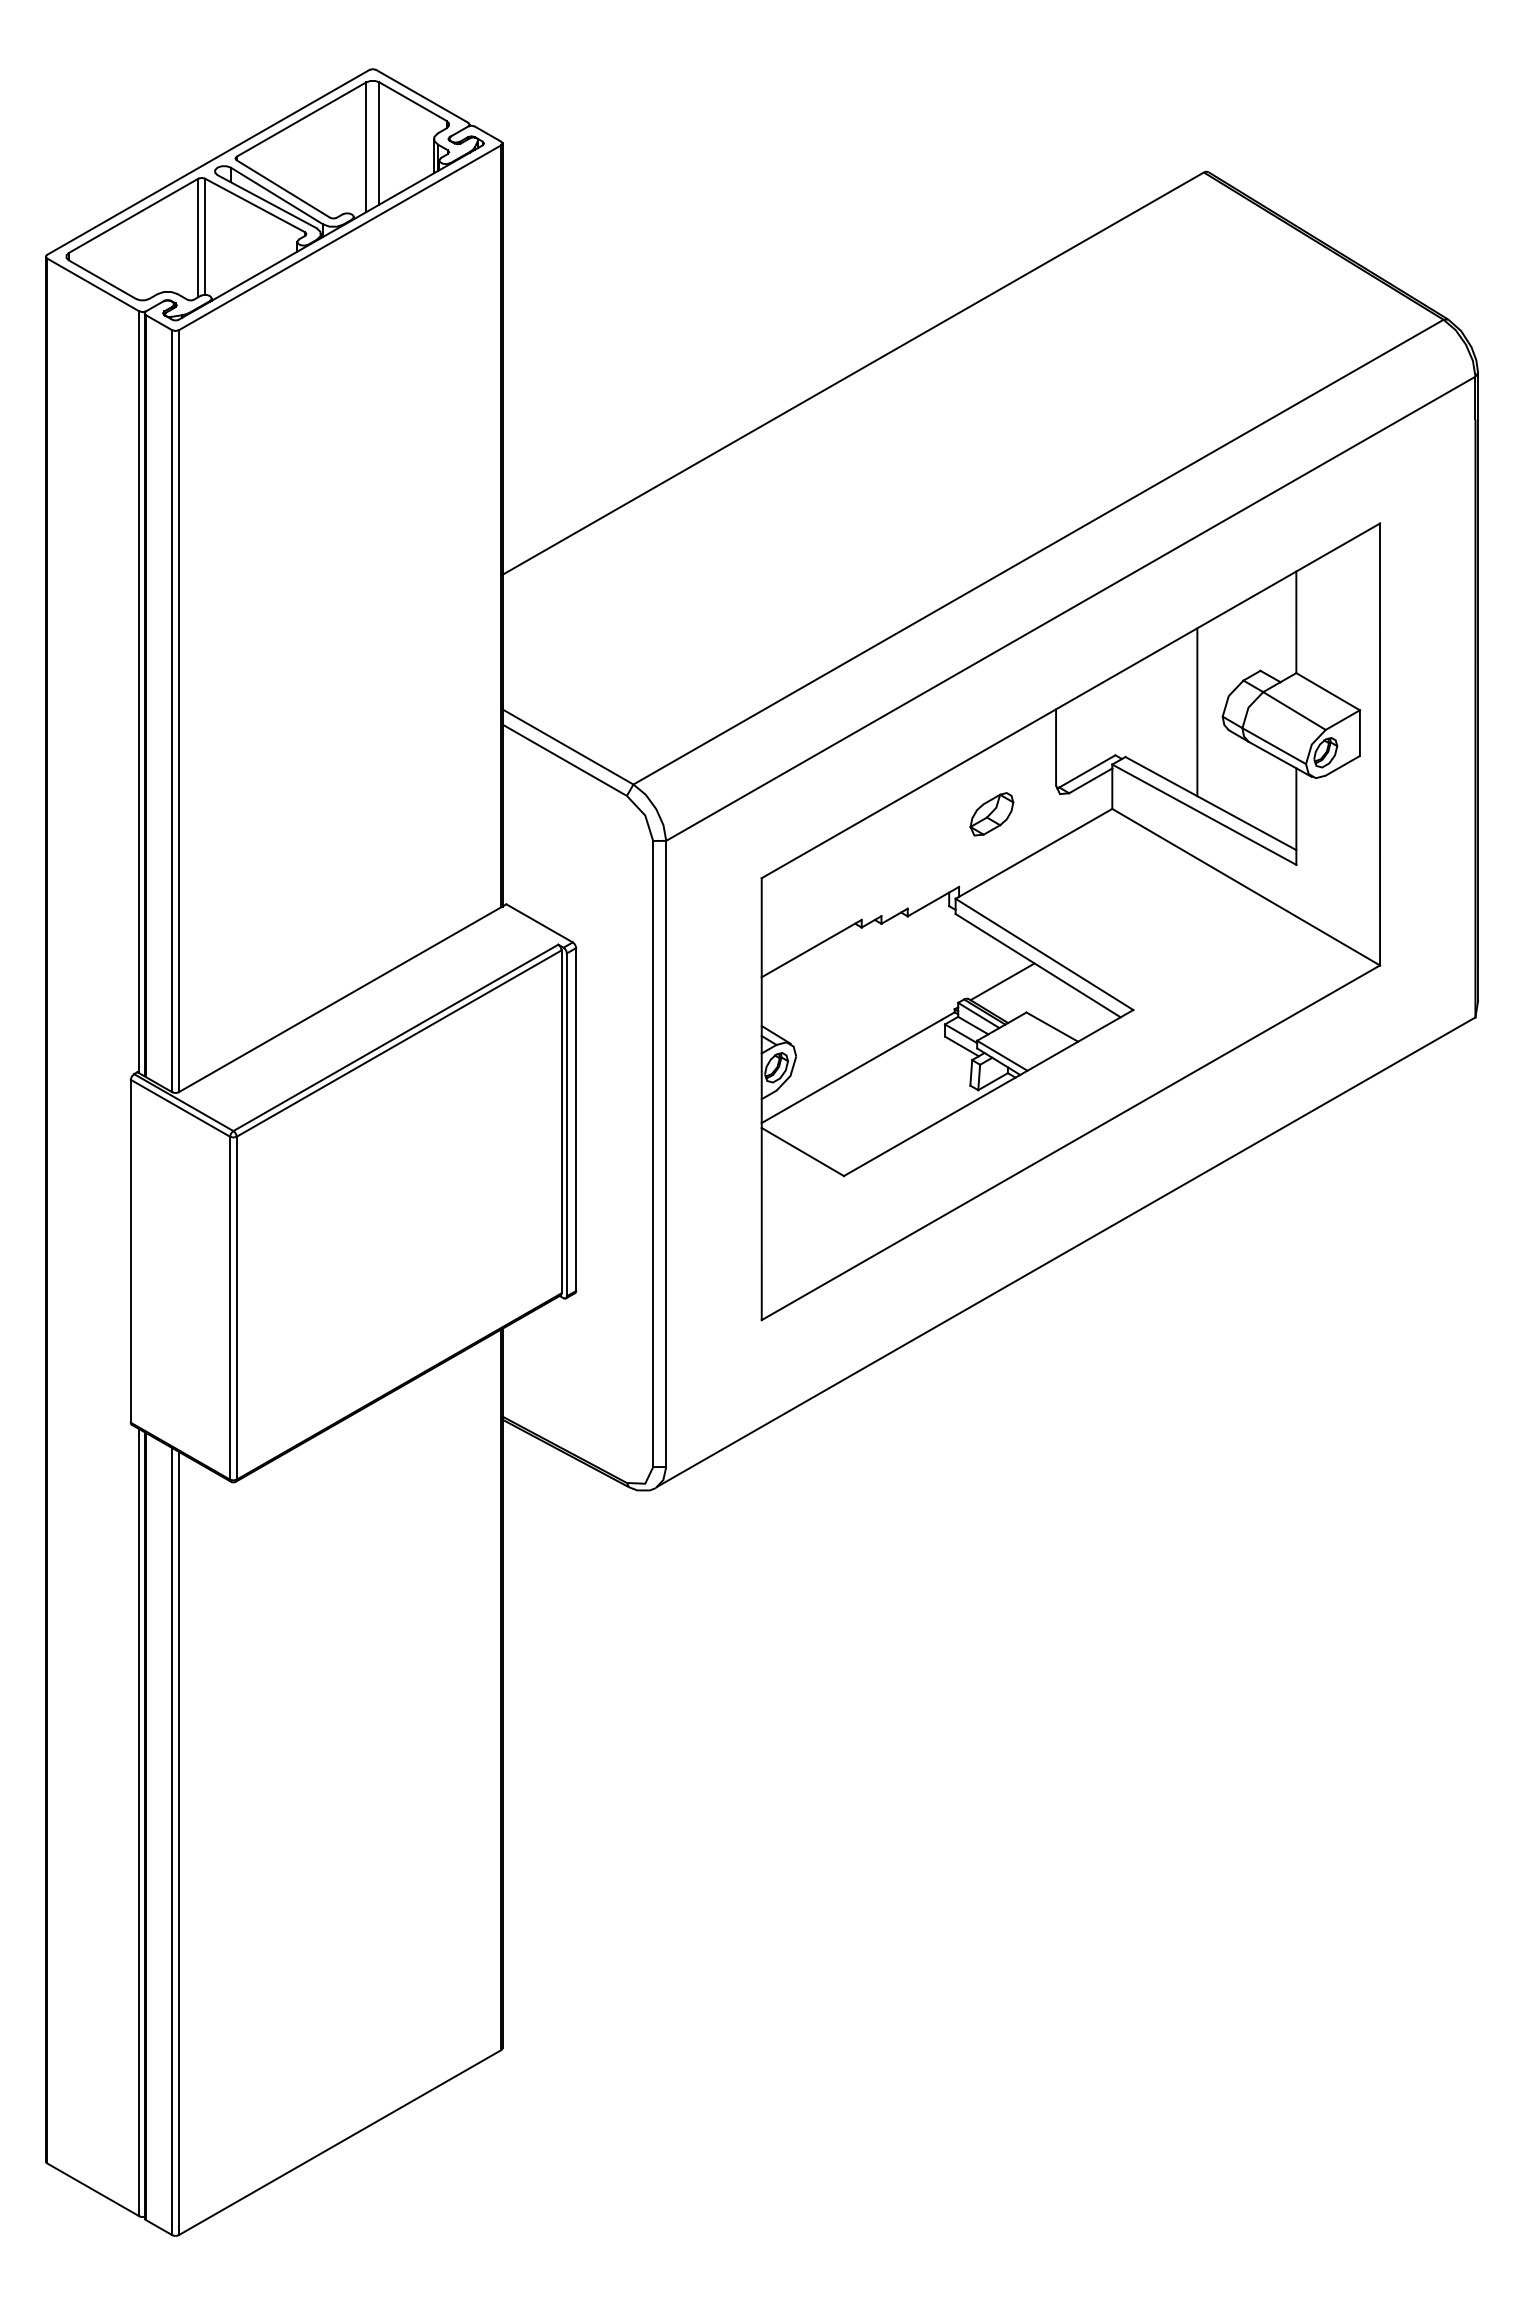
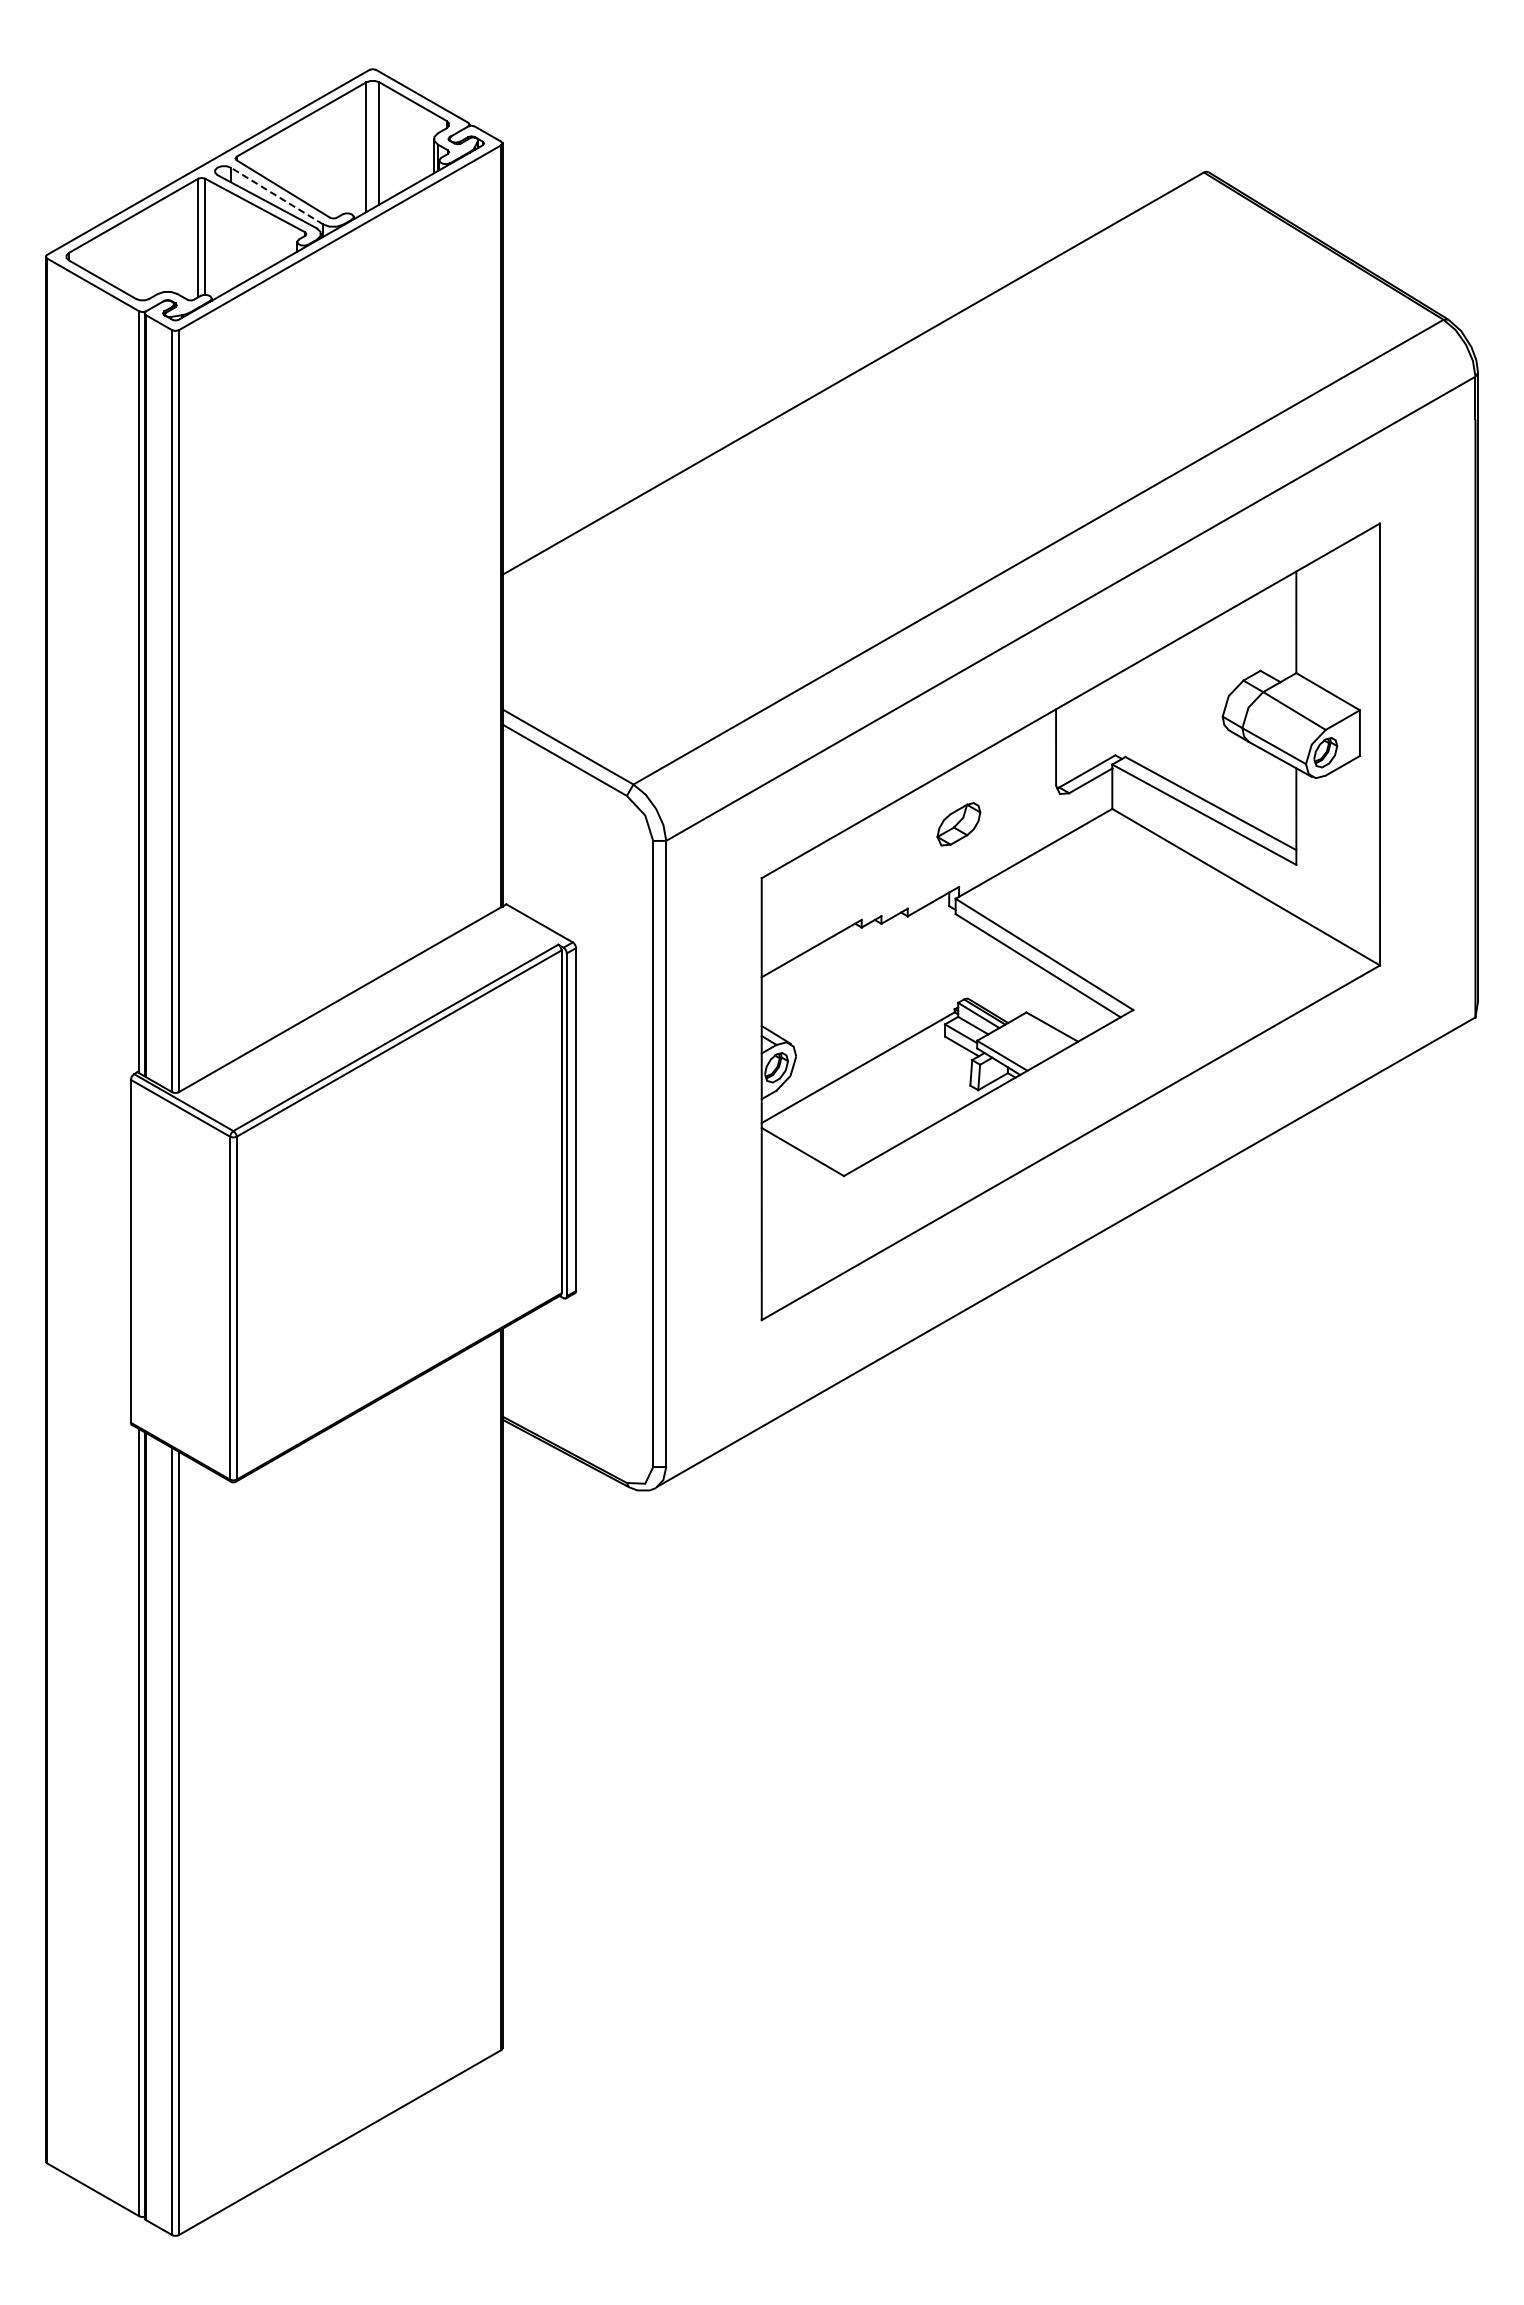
line at (276, 195): solid -> dashed
line at (1197, 712): present -> none
part at (991, 814) position: (991, 814) -> (958, 824)
line at (1002, 981): present -> none
